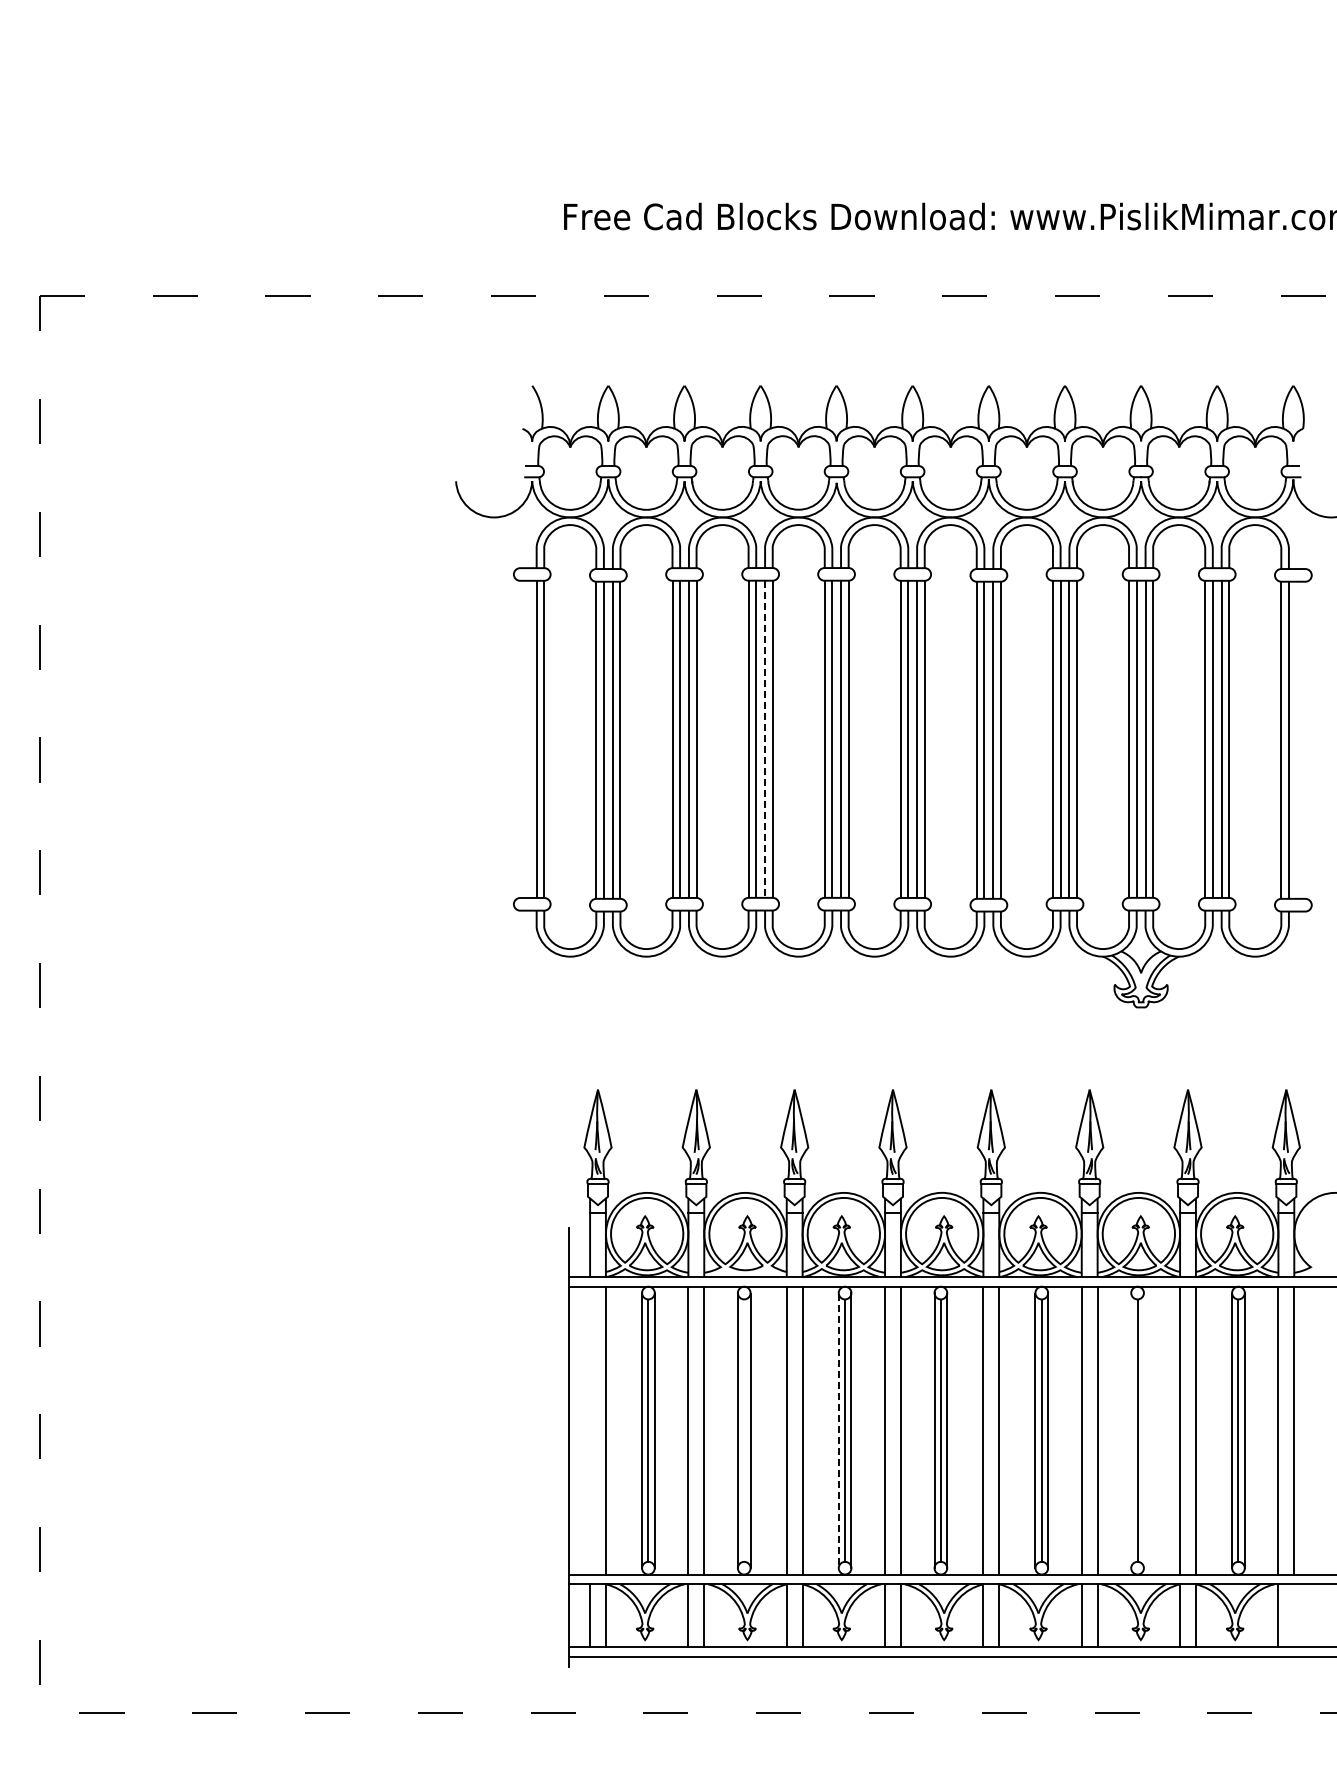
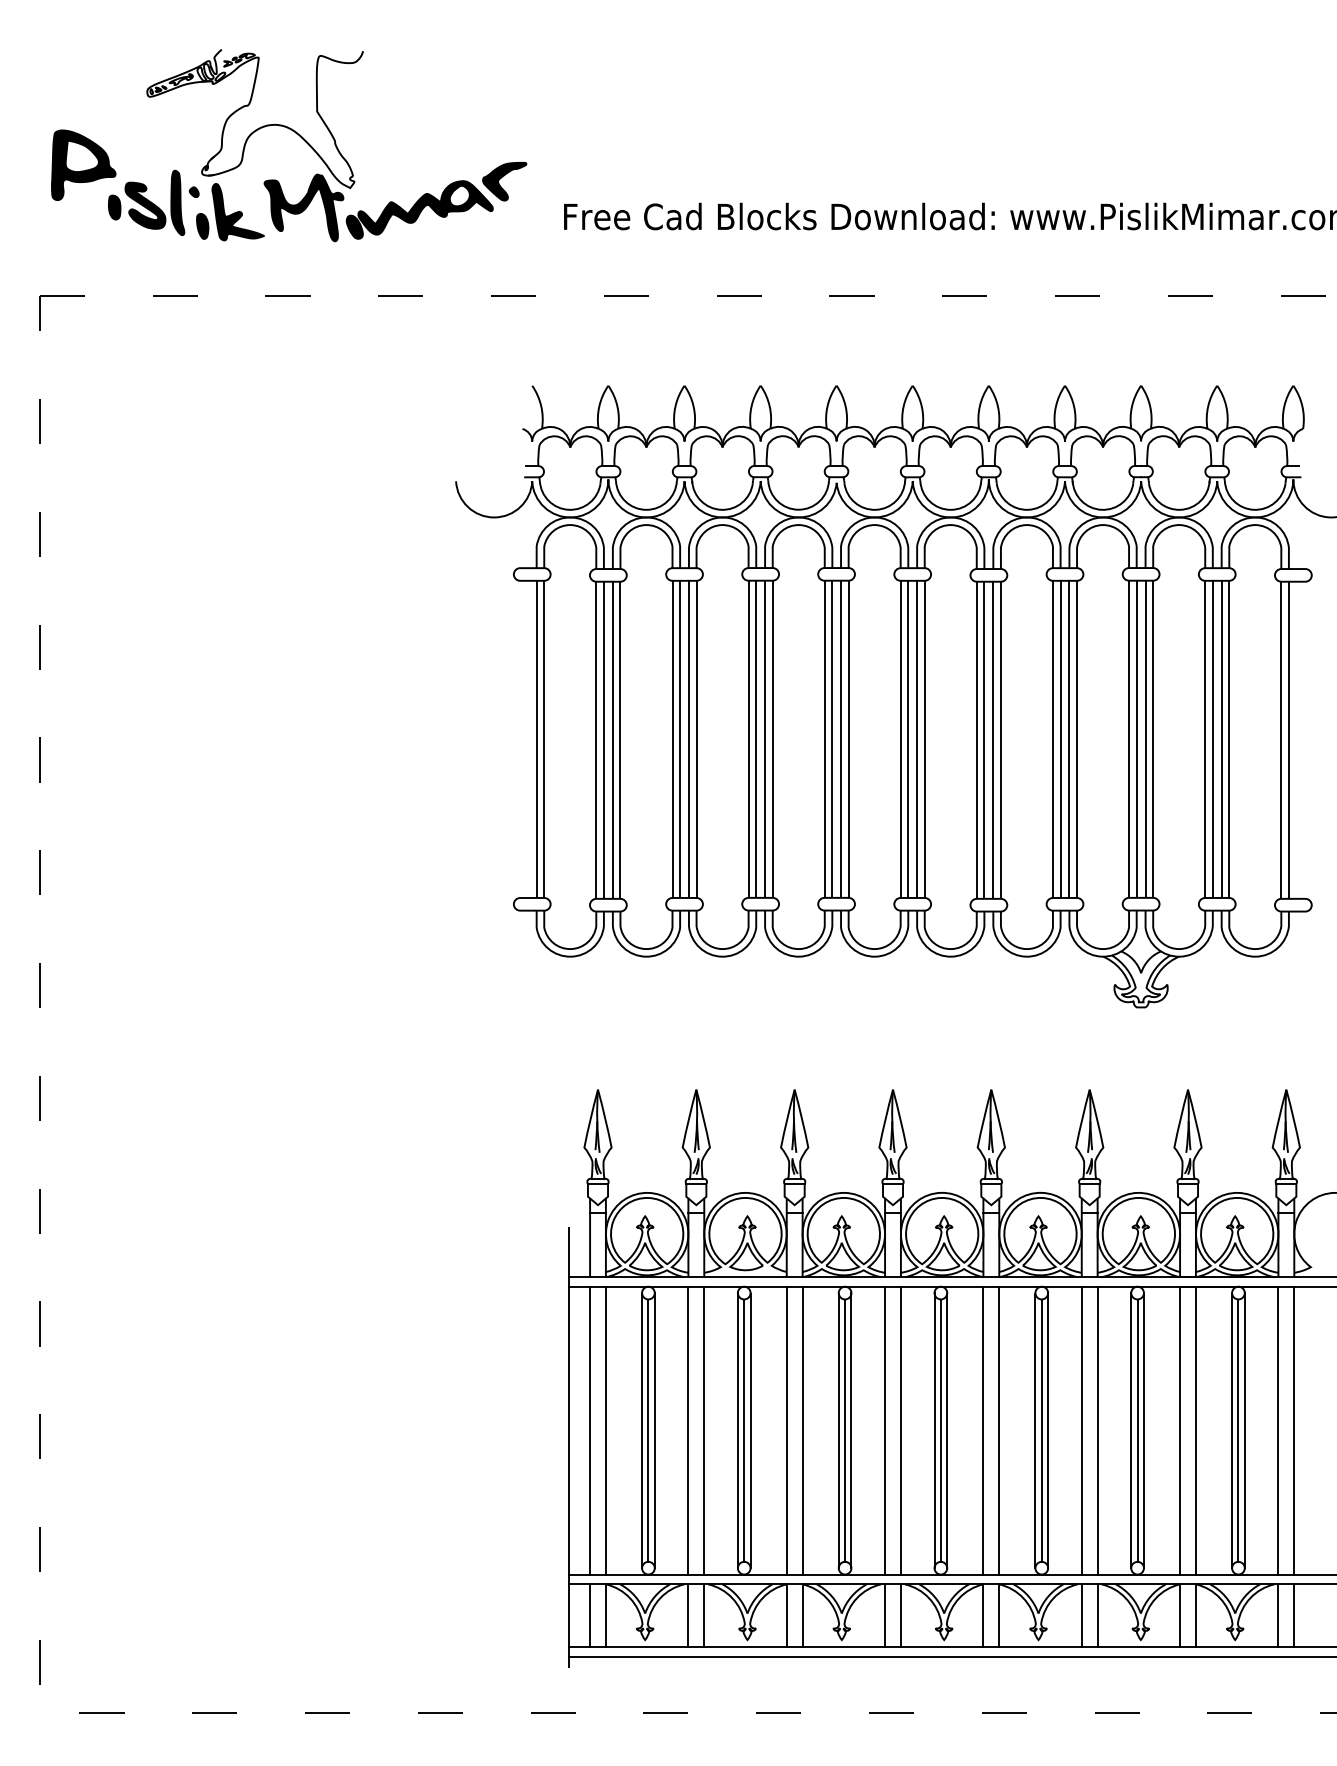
part at (296, 134): none -> present
line at (765, 739): dashed -> solid
line at (1131, 1429): none -> present
line at (590, 1430): none -> present
line at (744, 1430): none -> present
line at (838, 1430): dashed -> solid
line at (1143, 1430): none -> present
line at (1294, 1615): none -> present
